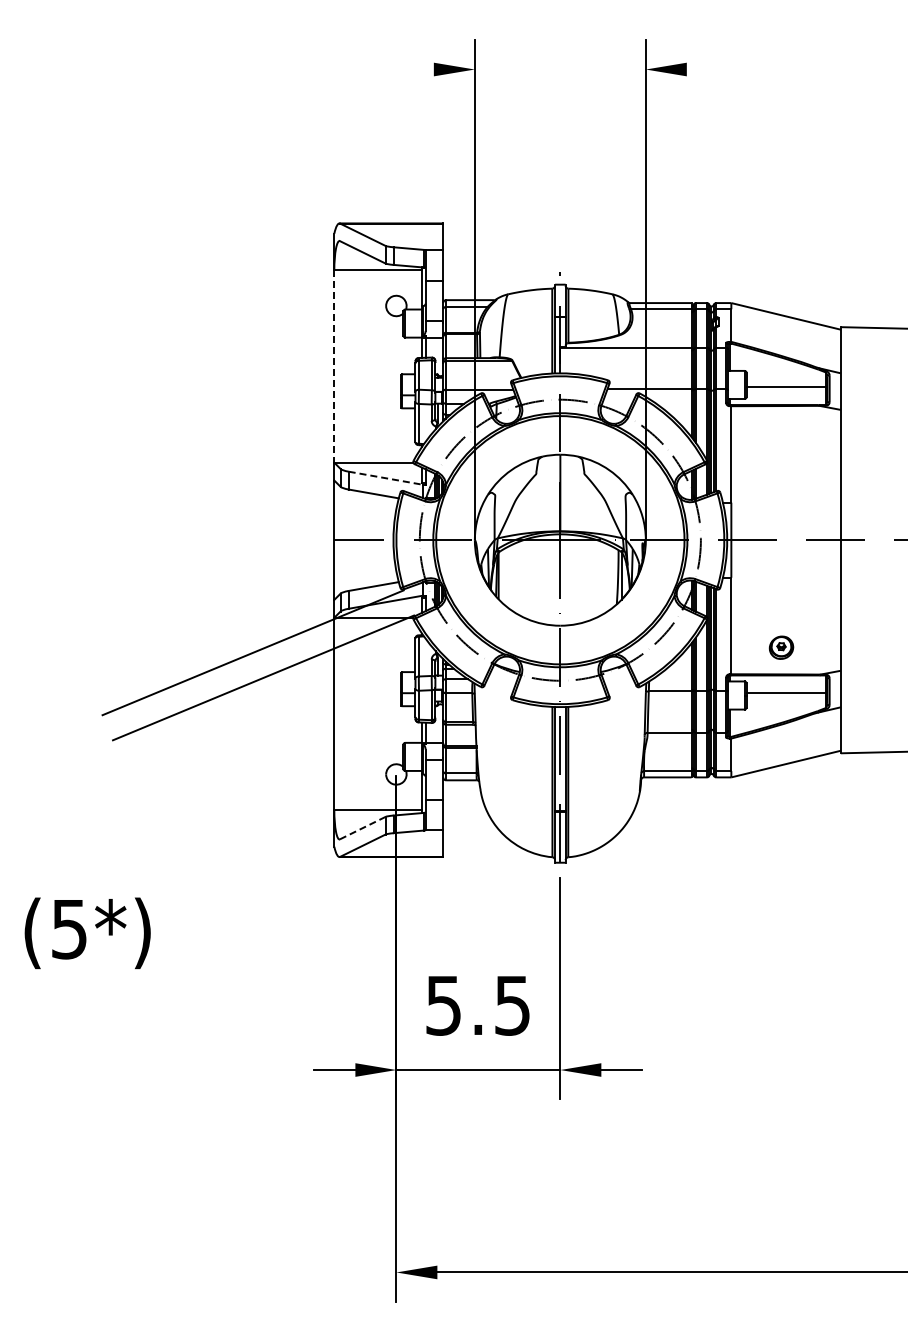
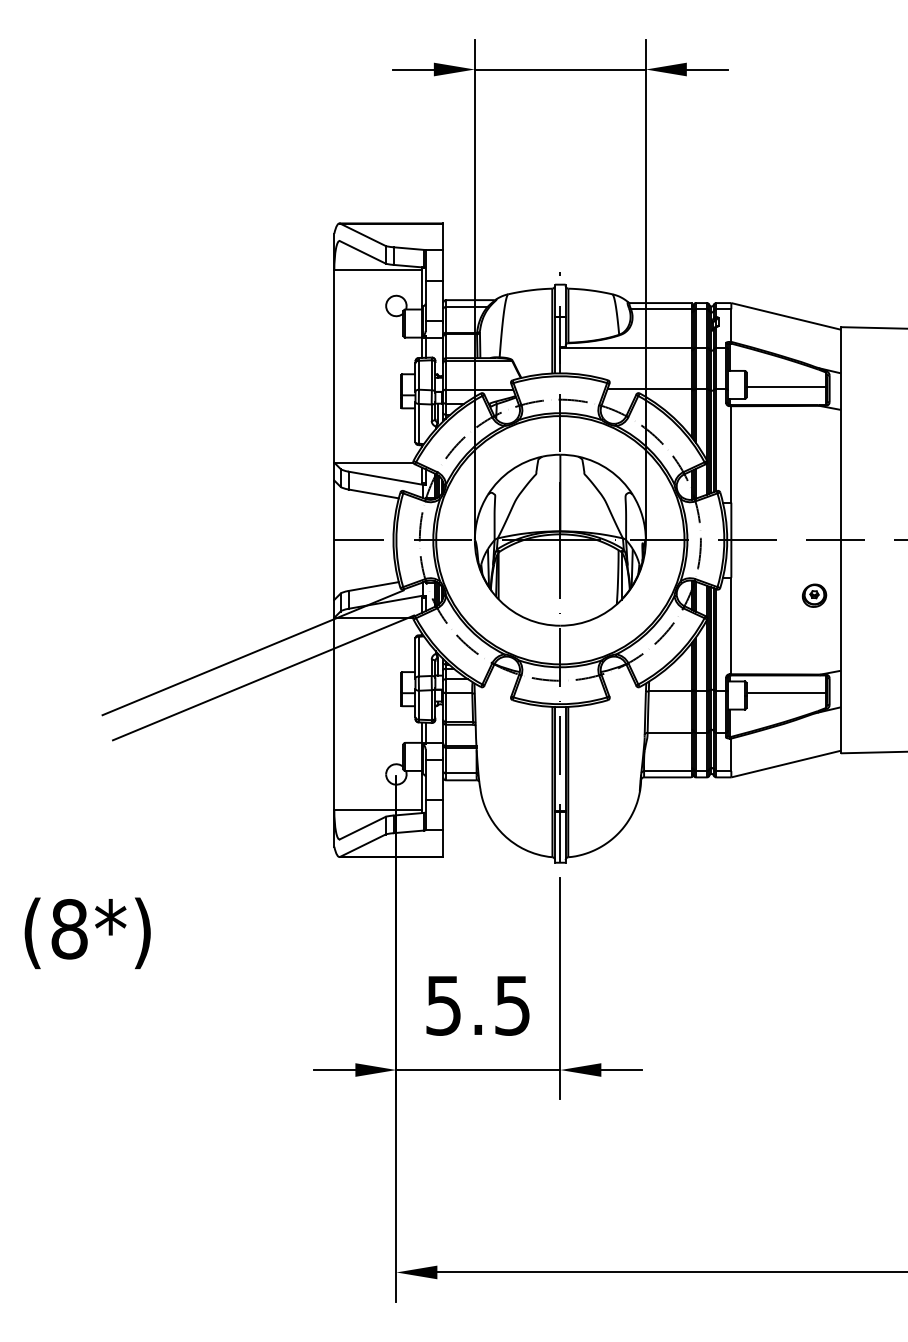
line at (412, 69): none -> present
line at (559, 69): none -> present
line at (706, 69): none -> present
line at (334, 366): dashed -> solid
line at (385, 478): dashed -> solid
part at (781, 647) position: (781, 647) -> (814, 595)
line at (363, 827): dashed -> solid
text at (69, 929): (5*) -> (8*)
